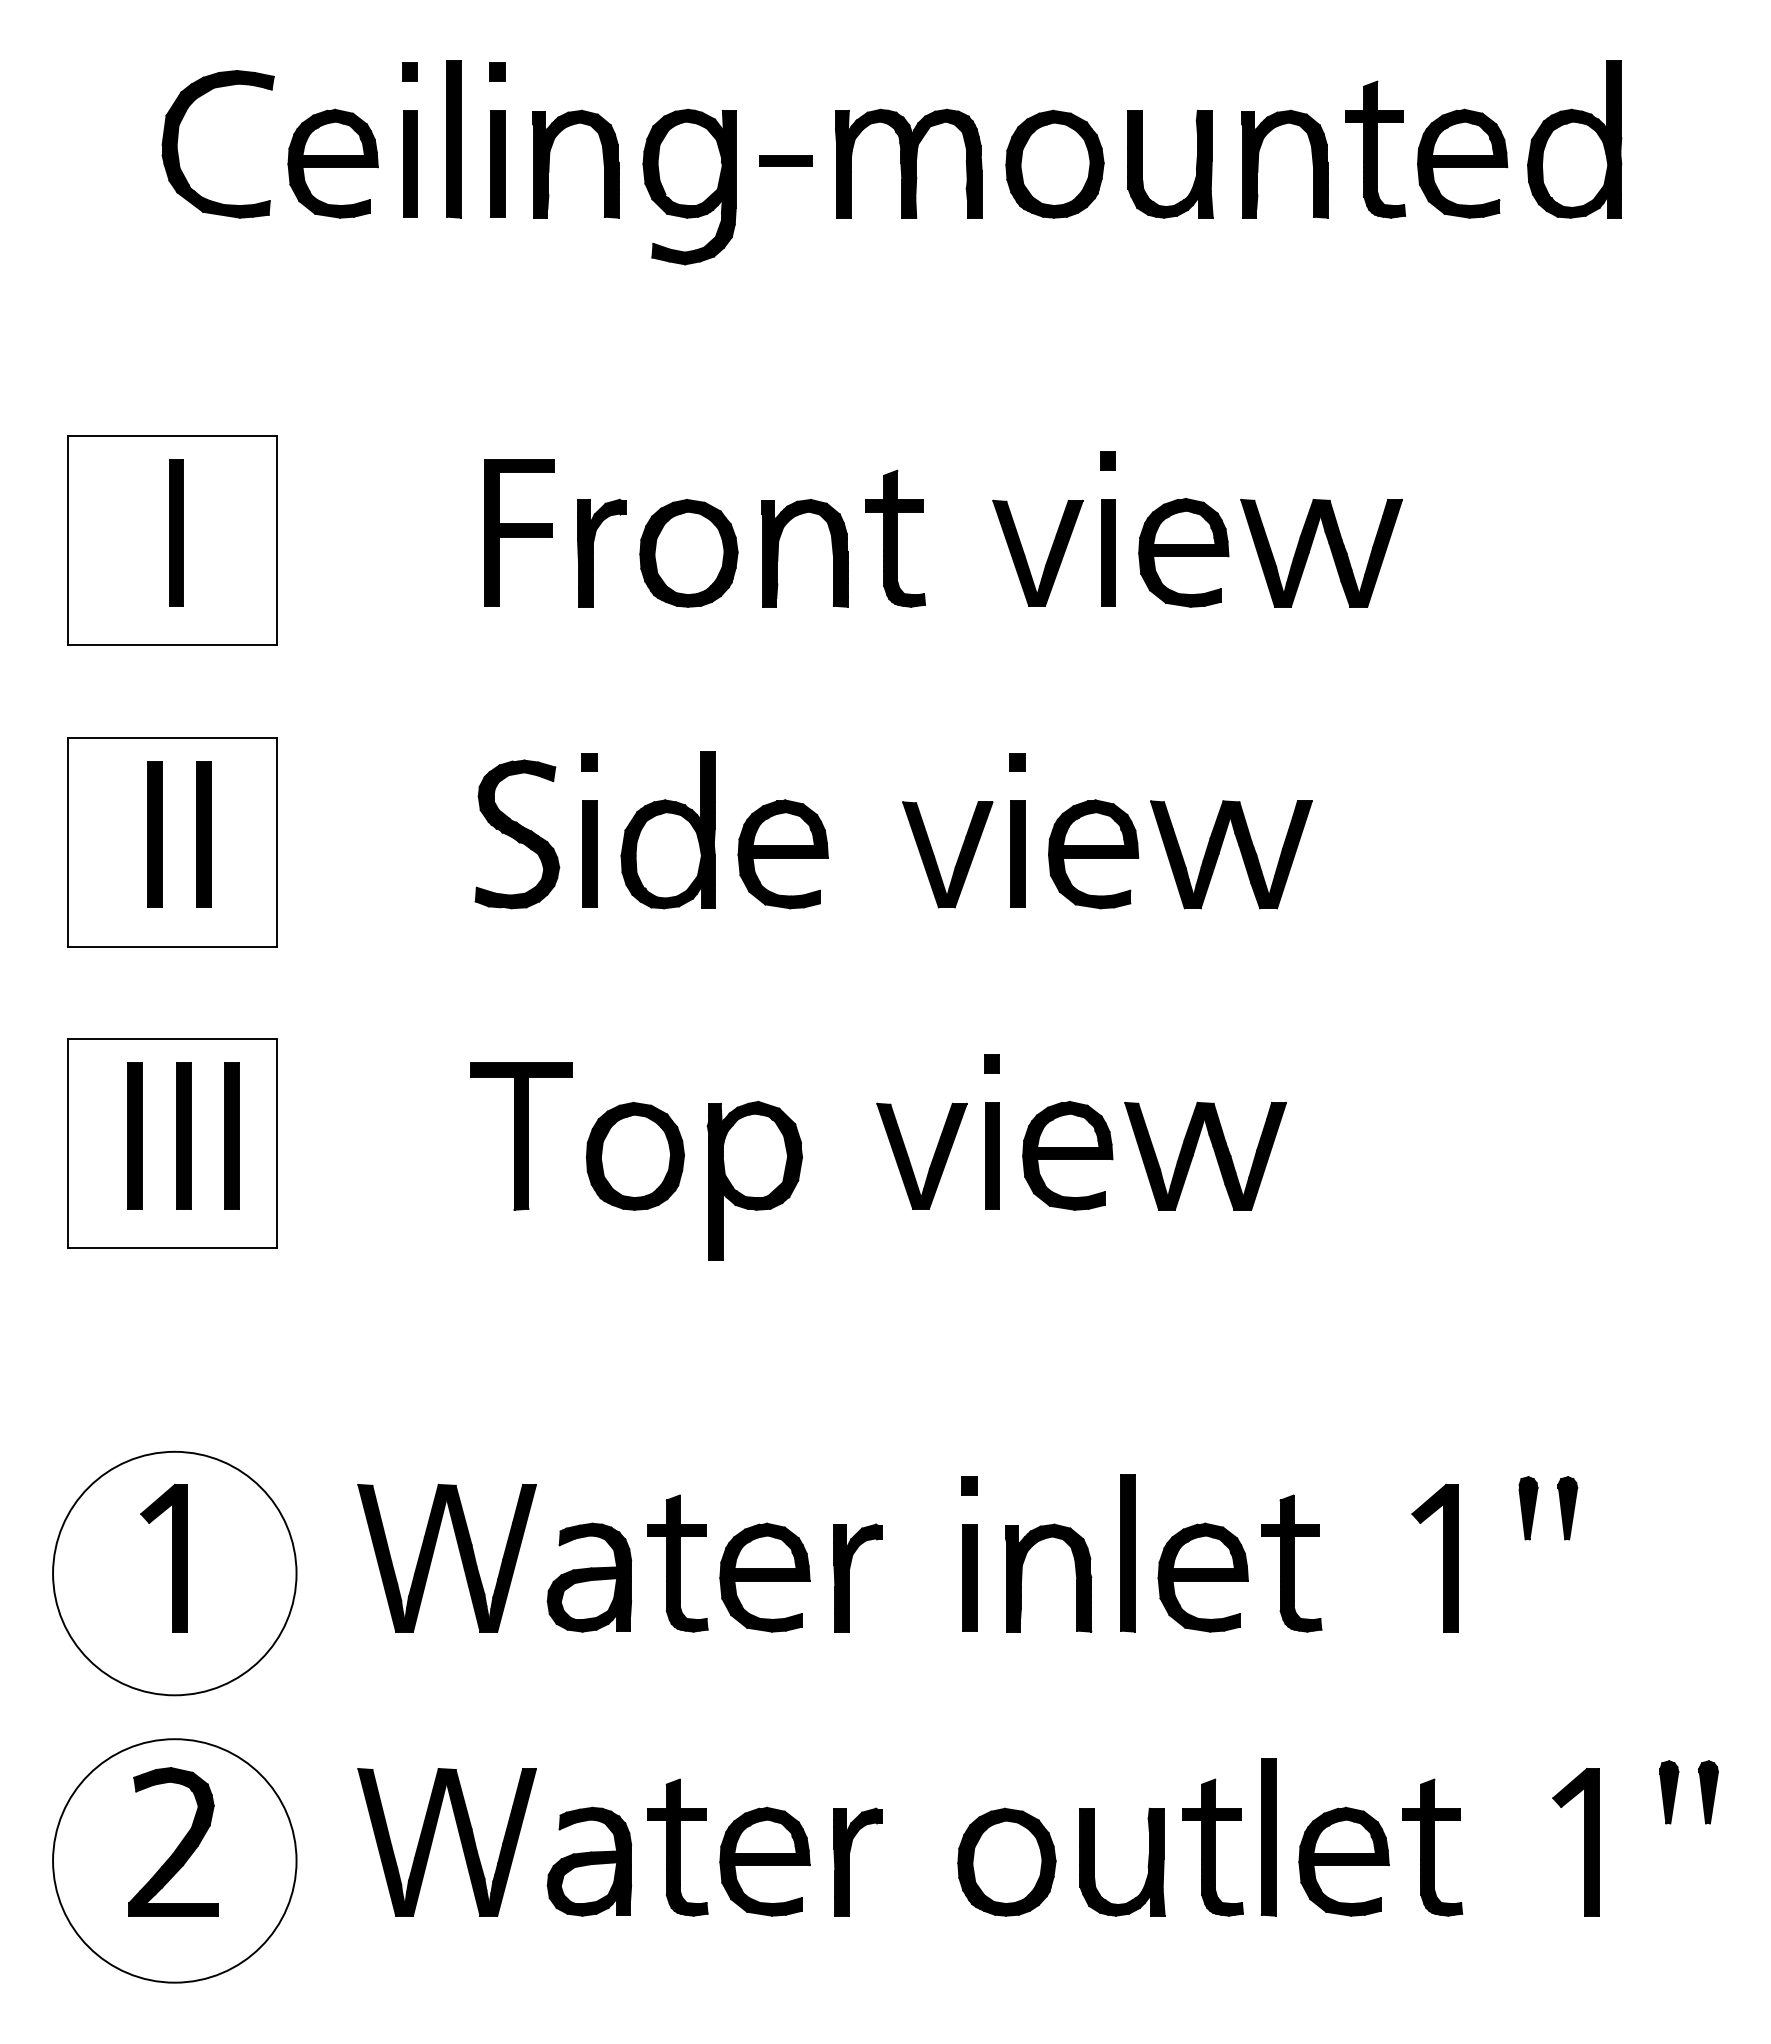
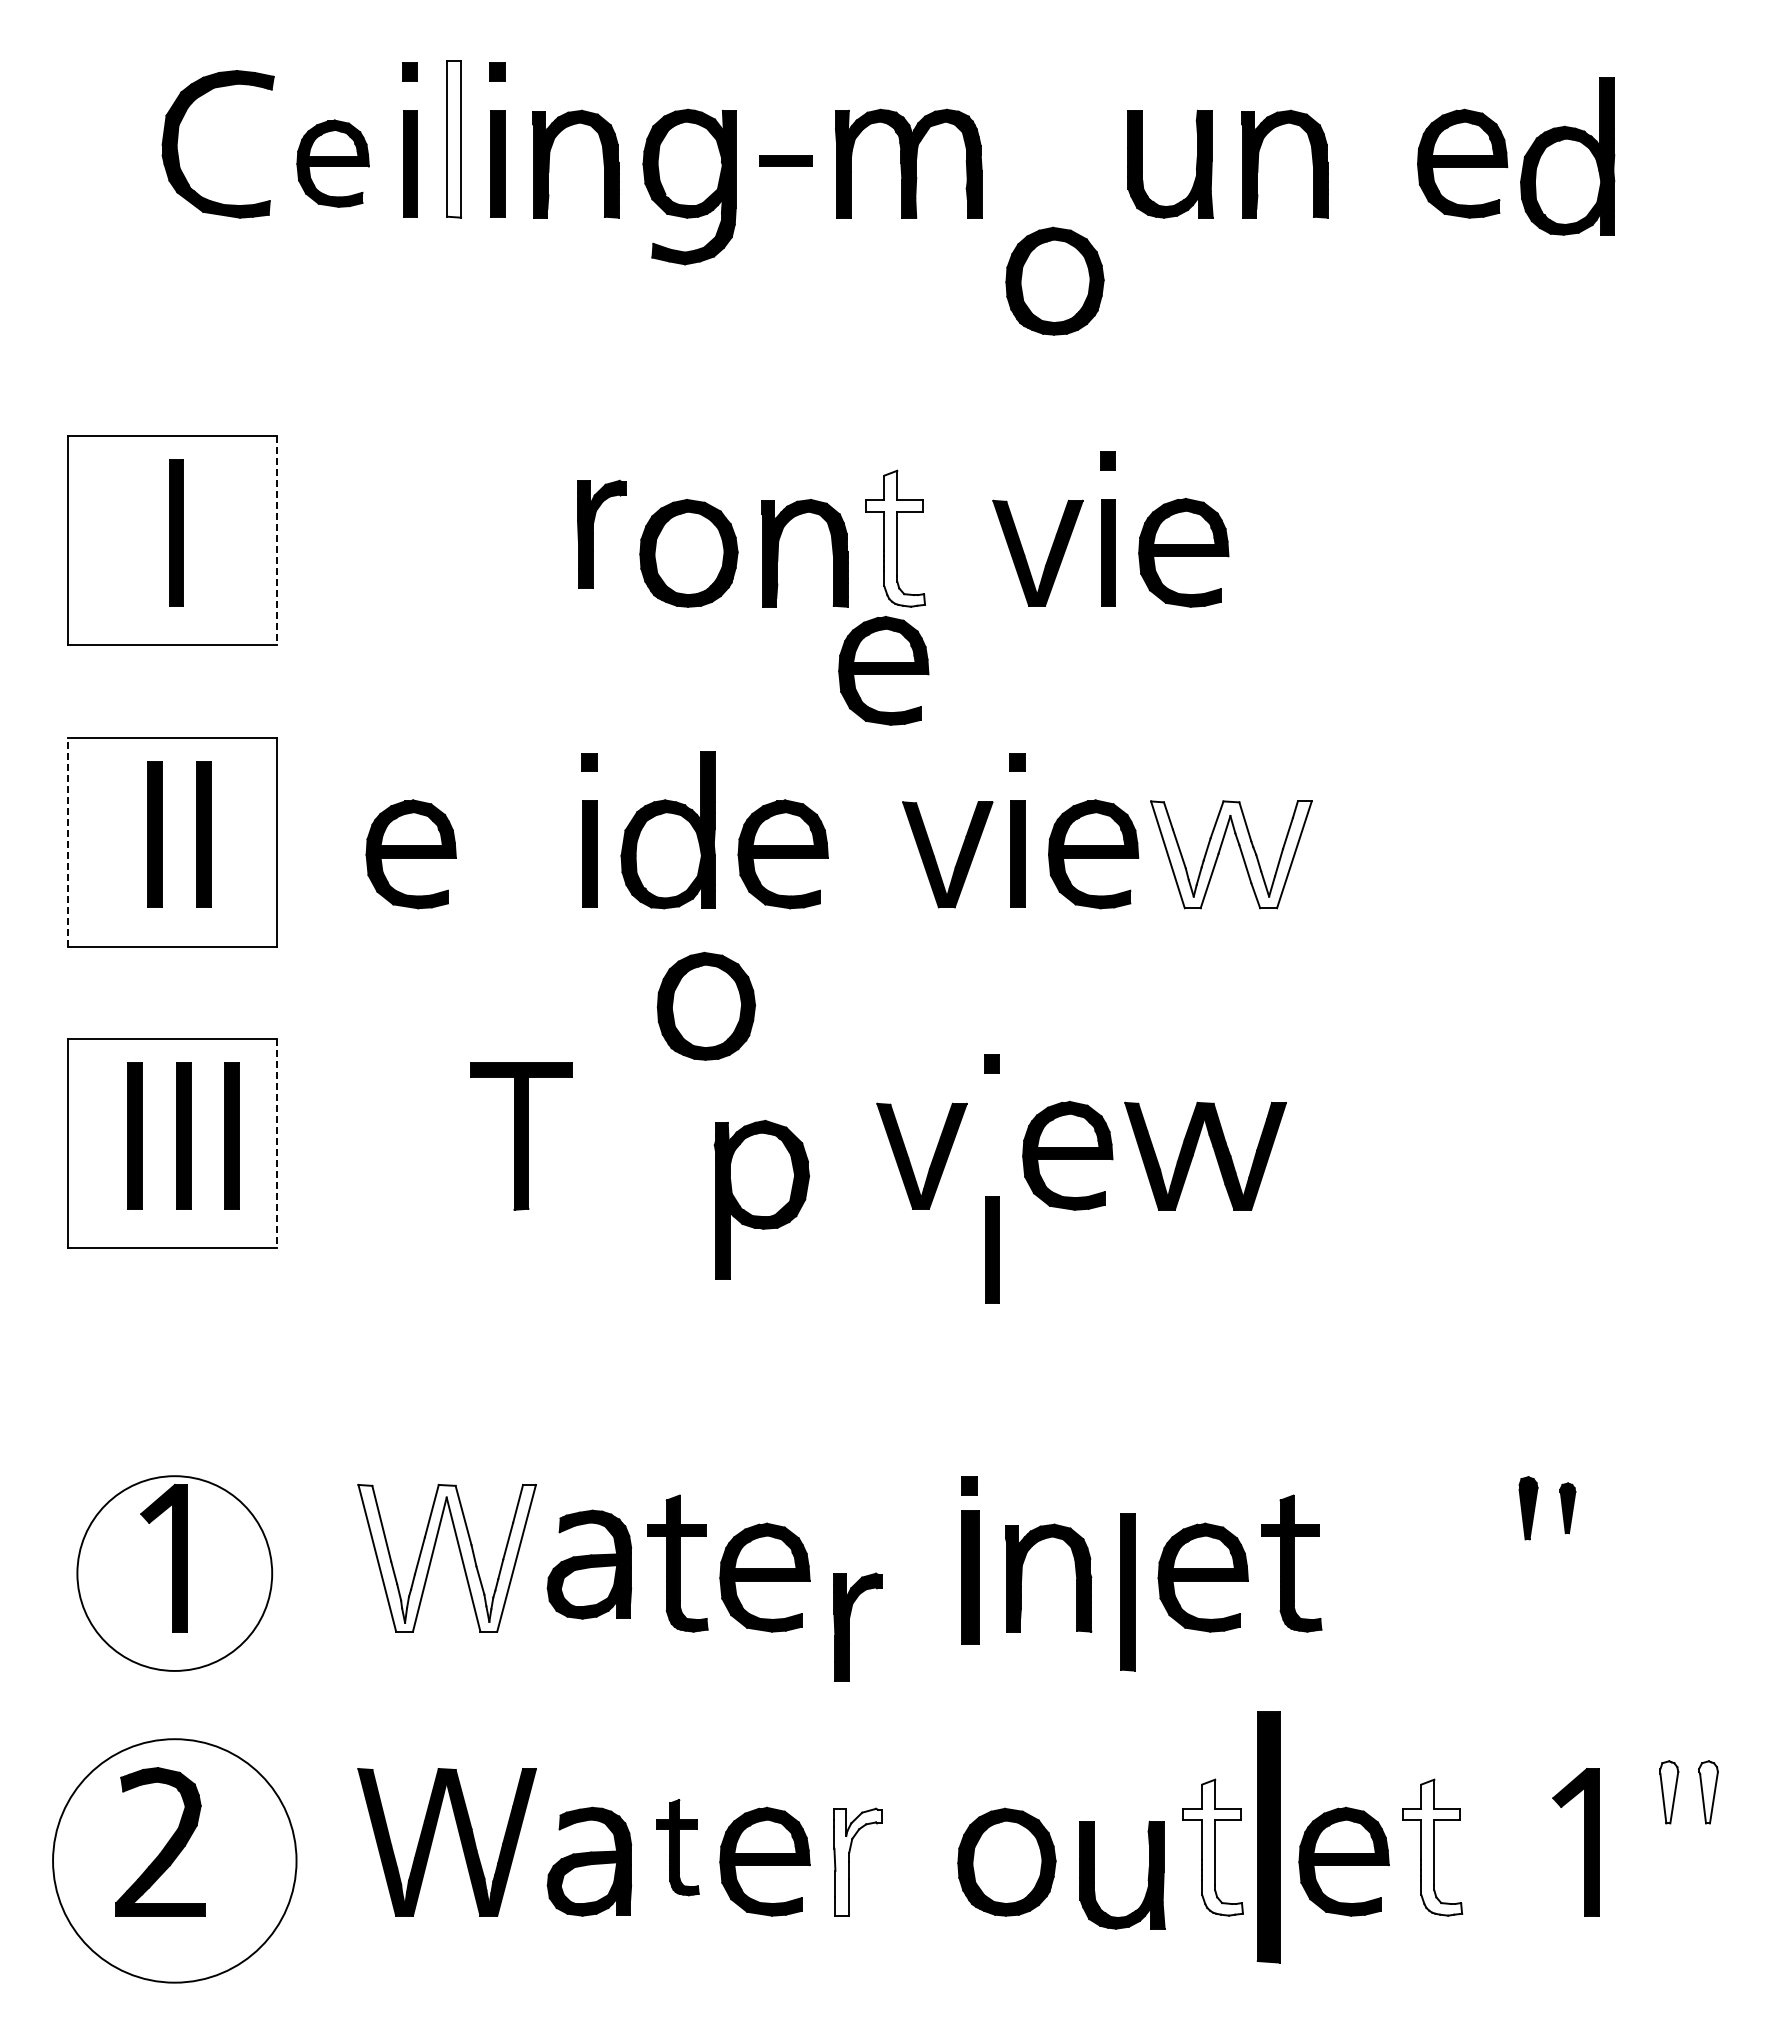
fill at (454, 139): present -> none
part at (1574, 139) position: (1574, 139) -> (1567, 156)
part at (1375, 149): present -> none
part at (332, 163) size: 92x111 px -> 74x89 px
part at (1054, 163) position: (1054, 163) -> (1054, 280)
part at (519, 532): present -> none
fill at (895, 538): present -> none
line at (277, 541): solid -> dashed
part at (1330, 550): present -> none
part at (593, 552) position: (593, 552) -> (593, 533)
part at (883, 670): none -> present
part at (517, 834): present -> none
line at (68, 841): solid -> dashed
part at (410, 854): none -> present
fill at (1231, 854): present -> none
line at (277, 1144): solid -> dashed
part at (992, 1155) position: (992, 1155) -> (992, 1249)
part at (634, 1156) position: (634, 1156) -> (705, 1006)
part at (754, 1180) position: (754, 1180) -> (761, 1199)
part at (1567, 1508) size: 22x65 px -> 18x53 px
part at (1127, 1553) position: (1127, 1553) -> (1127, 1592)
fill at (446, 1557): present -> none
part at (1443, 1557): present -> none
circle at (174, 1573) diameter: 243 px -> 195 px
part at (588, 1577) position: (588, 1577) -> (588, 1564)
part at (849, 1577) position: (849, 1577) -> (849, 1626)
part at (969, 1577) size: 16x108 px -> 19x135 px
fill at (1669, 1792): present -> none
fill at (1708, 1792): present -> none
part at (1268, 1837) size: 17x159 px -> 25x253 px
part at (179, 1843) position: (179, 1843) -> (166, 1843)
part at (677, 1847) size: 62x139 px -> 44x98 px
fill at (1212, 1847): present -> none
fill at (1432, 1847): present -> none
fill at (858, 1861): present -> none
part at (1147, 1866) position: (1147, 1866) -> (1147, 1879)
